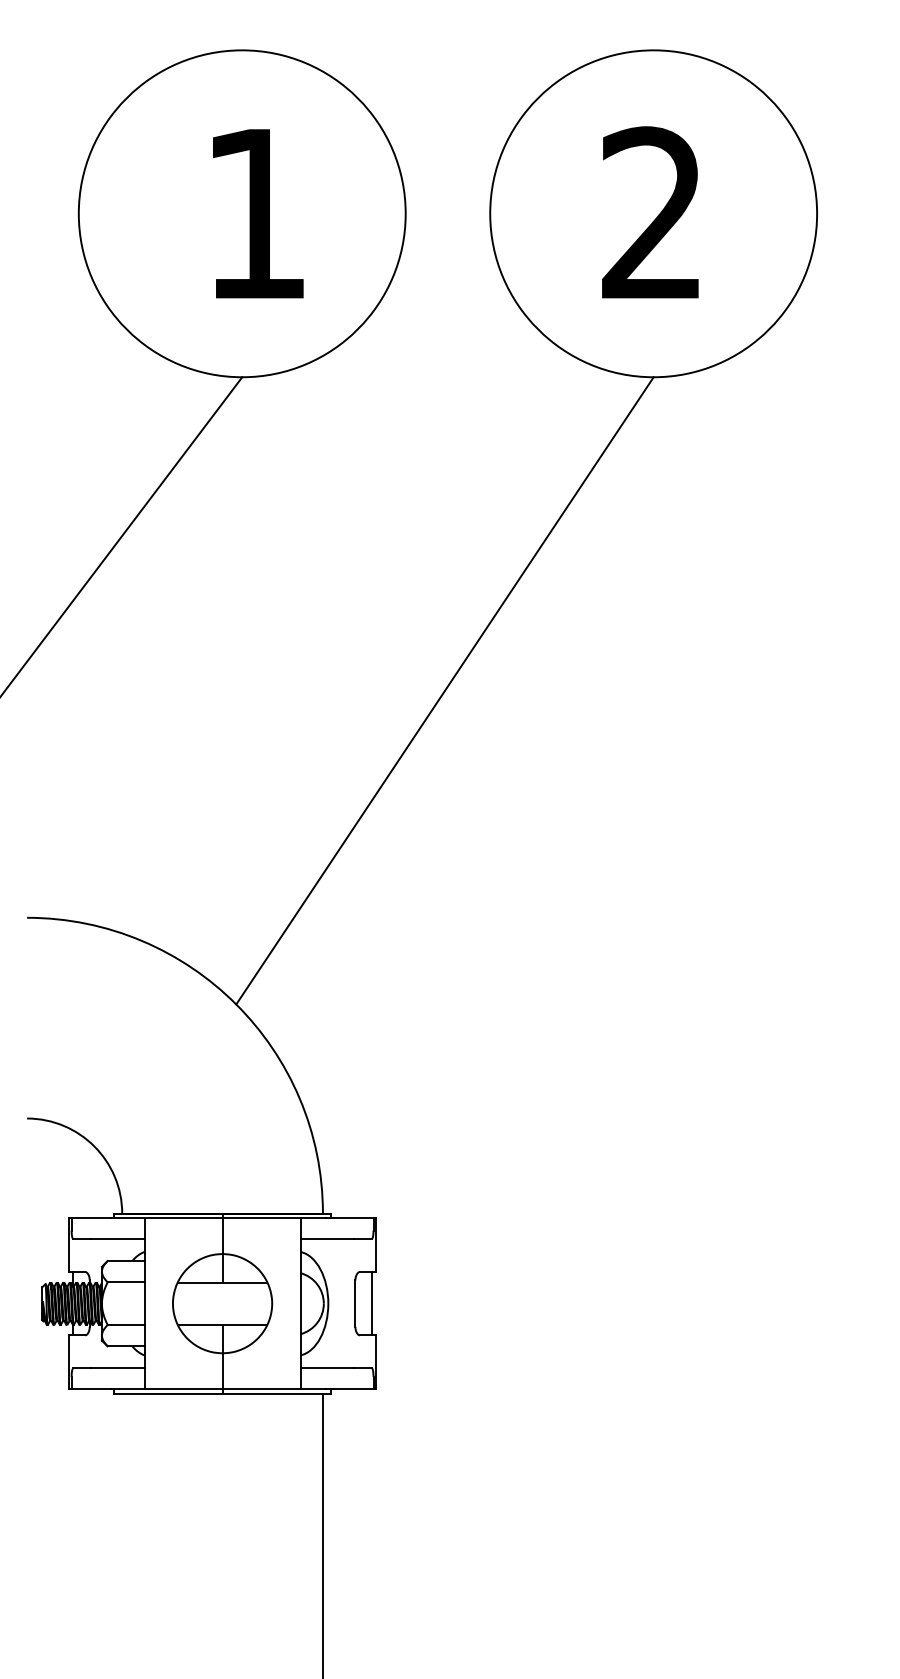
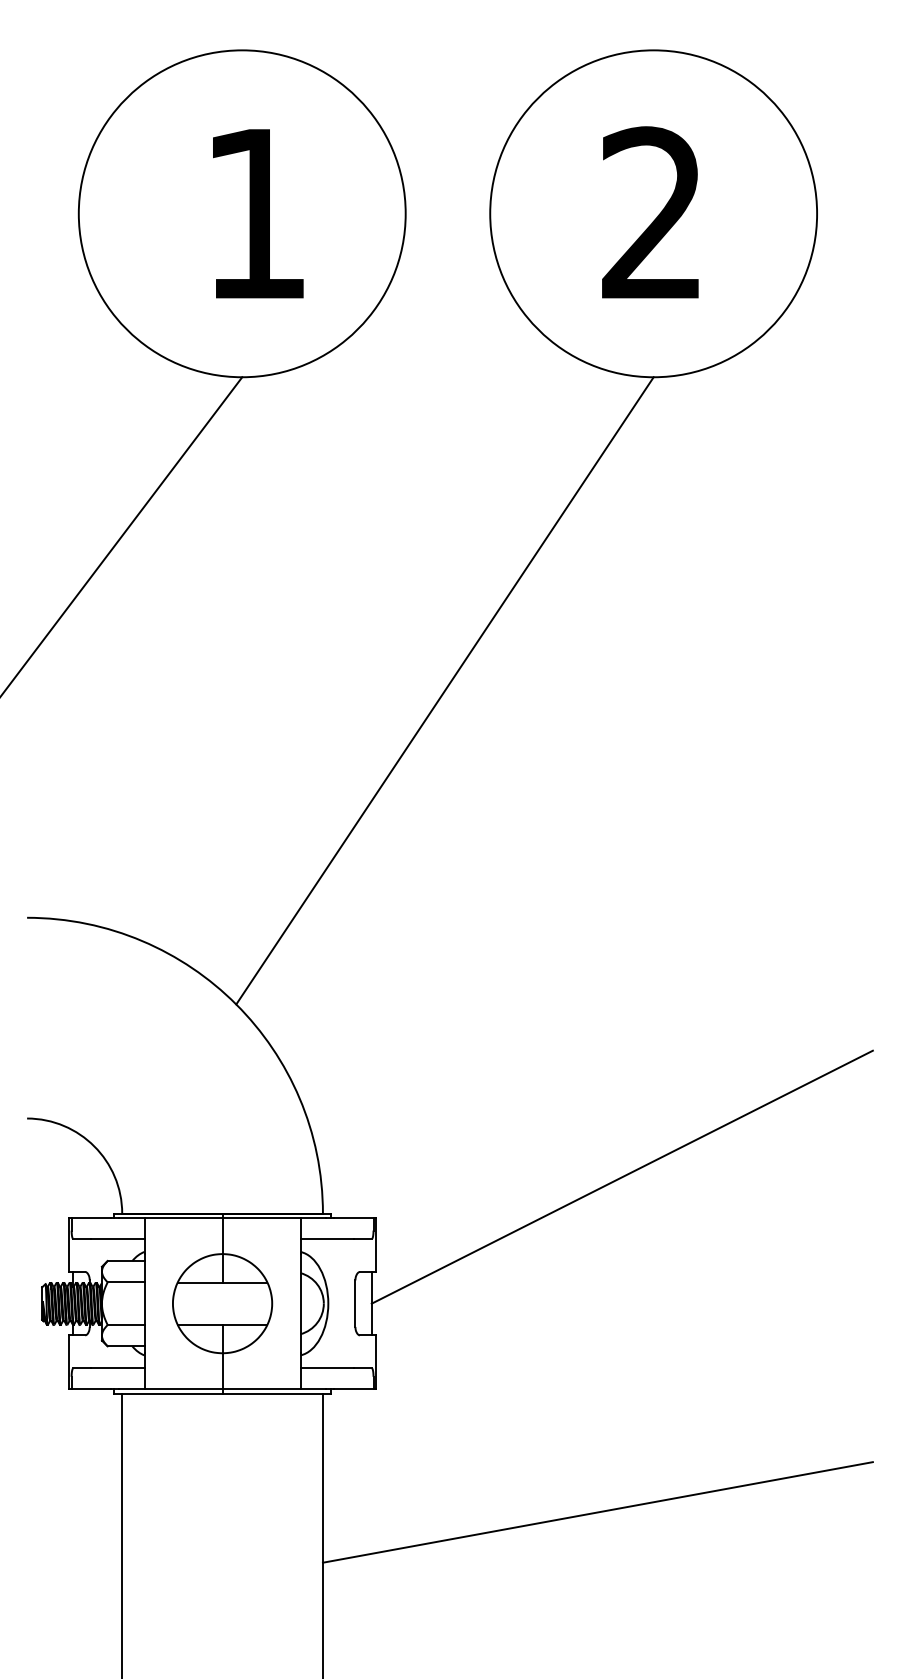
line at (621, 1176): none -> present
line at (597, 1512): none -> present
line at (122, 1534): none -> present
